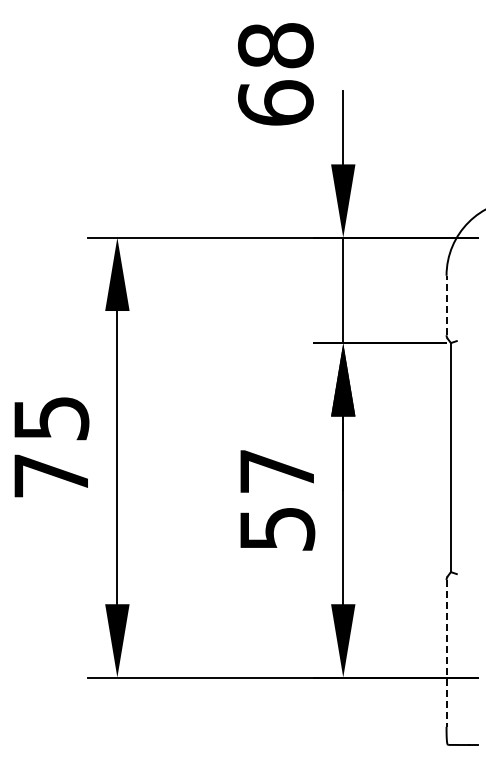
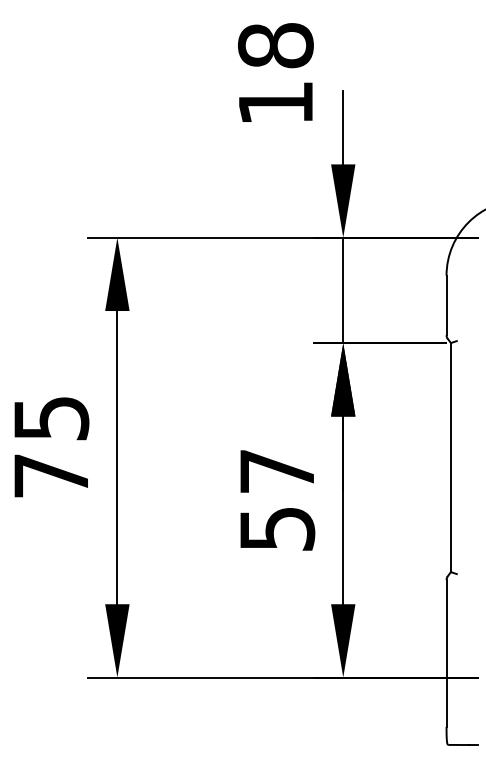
text at (275, 102): 68 -> 18
line at (446, 305): dashed -> solid
line at (446, 653): dashed -> solid
